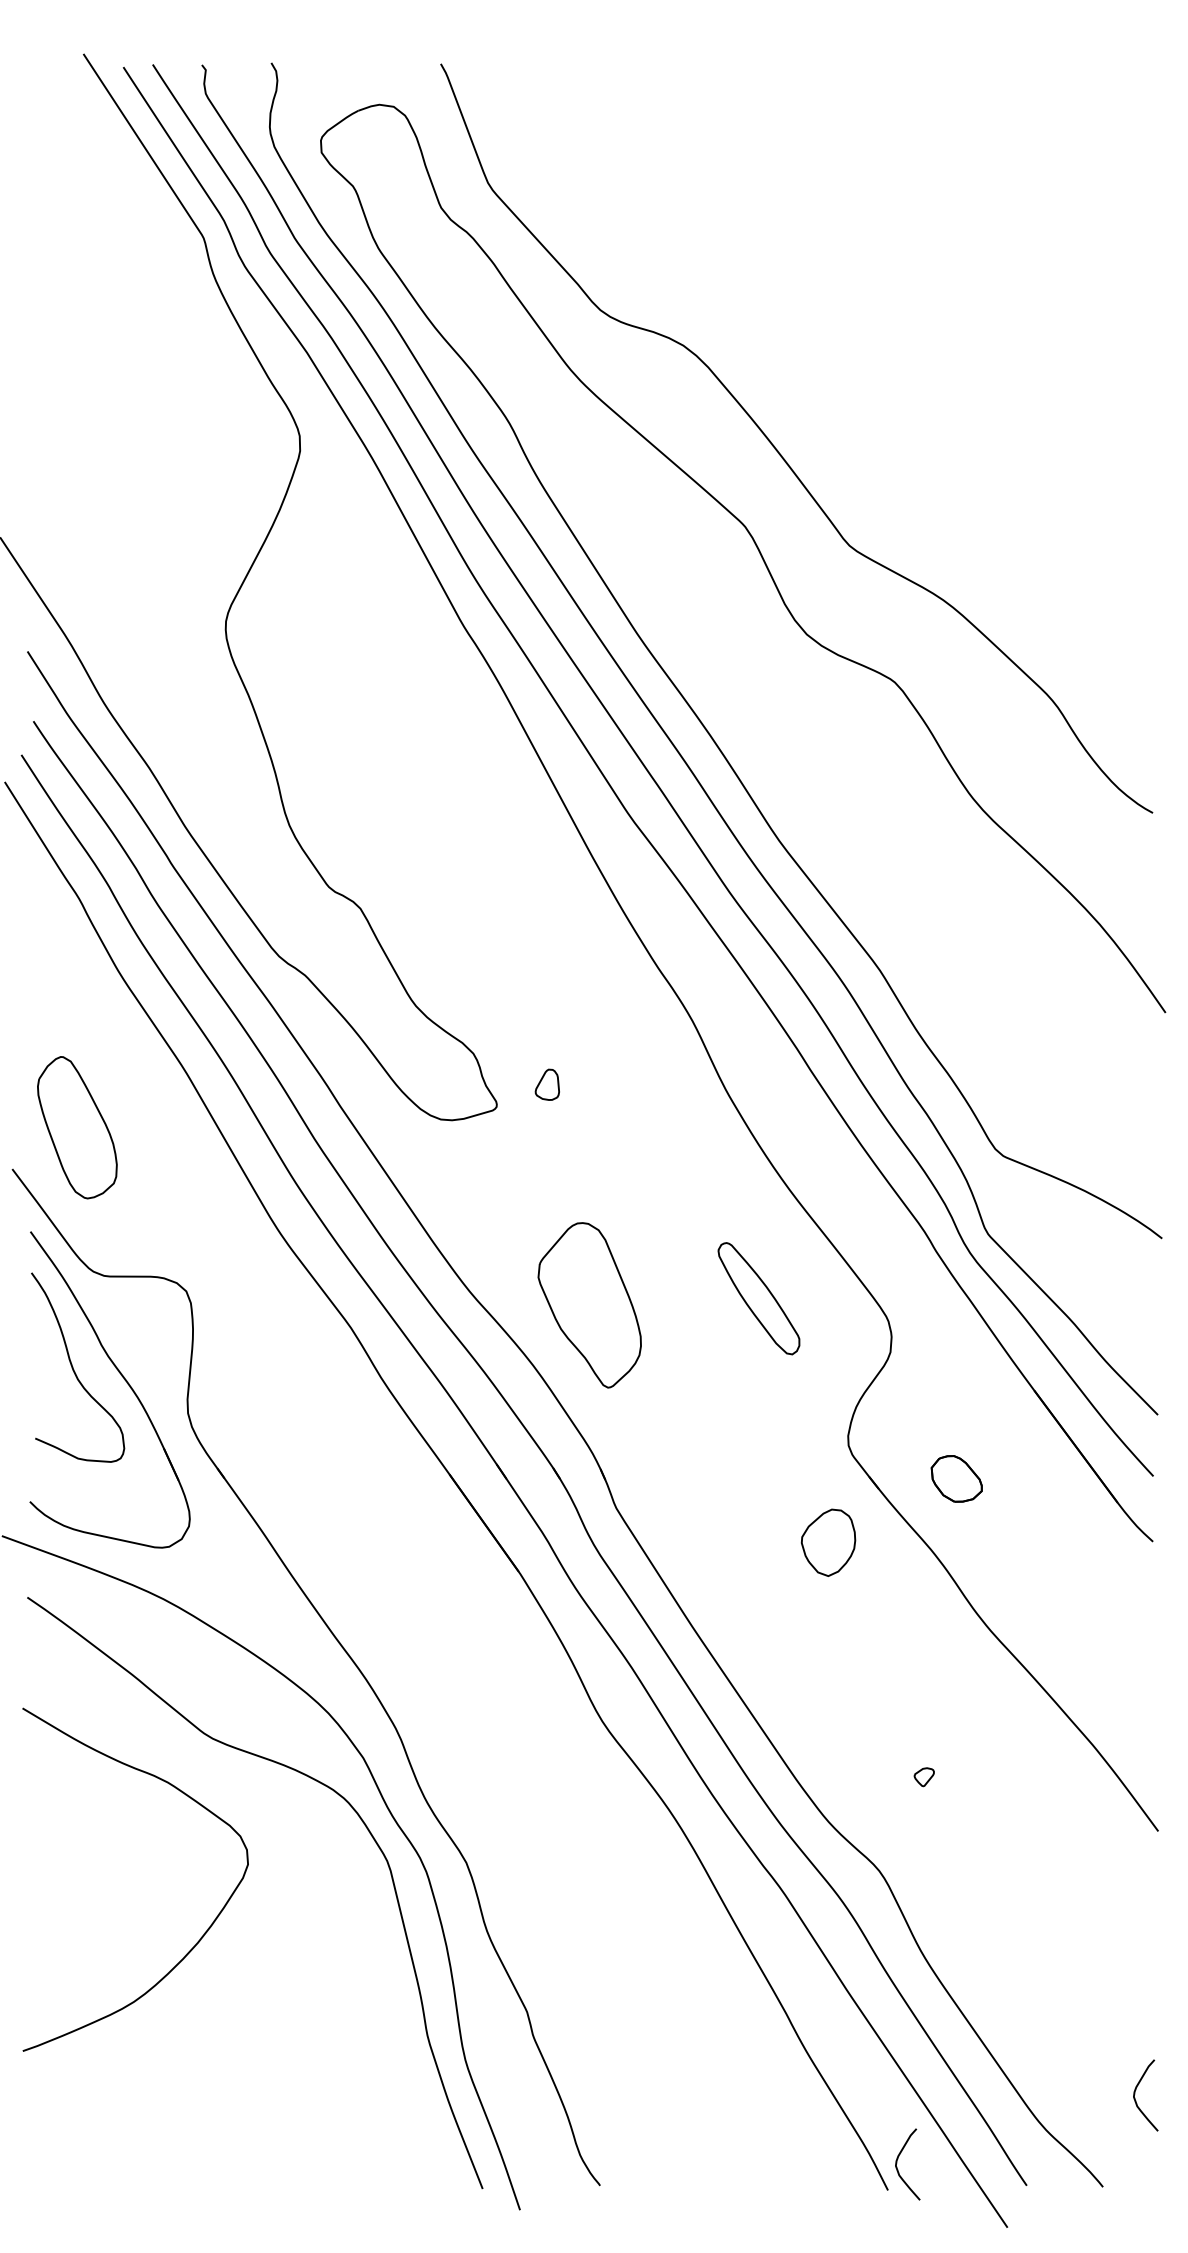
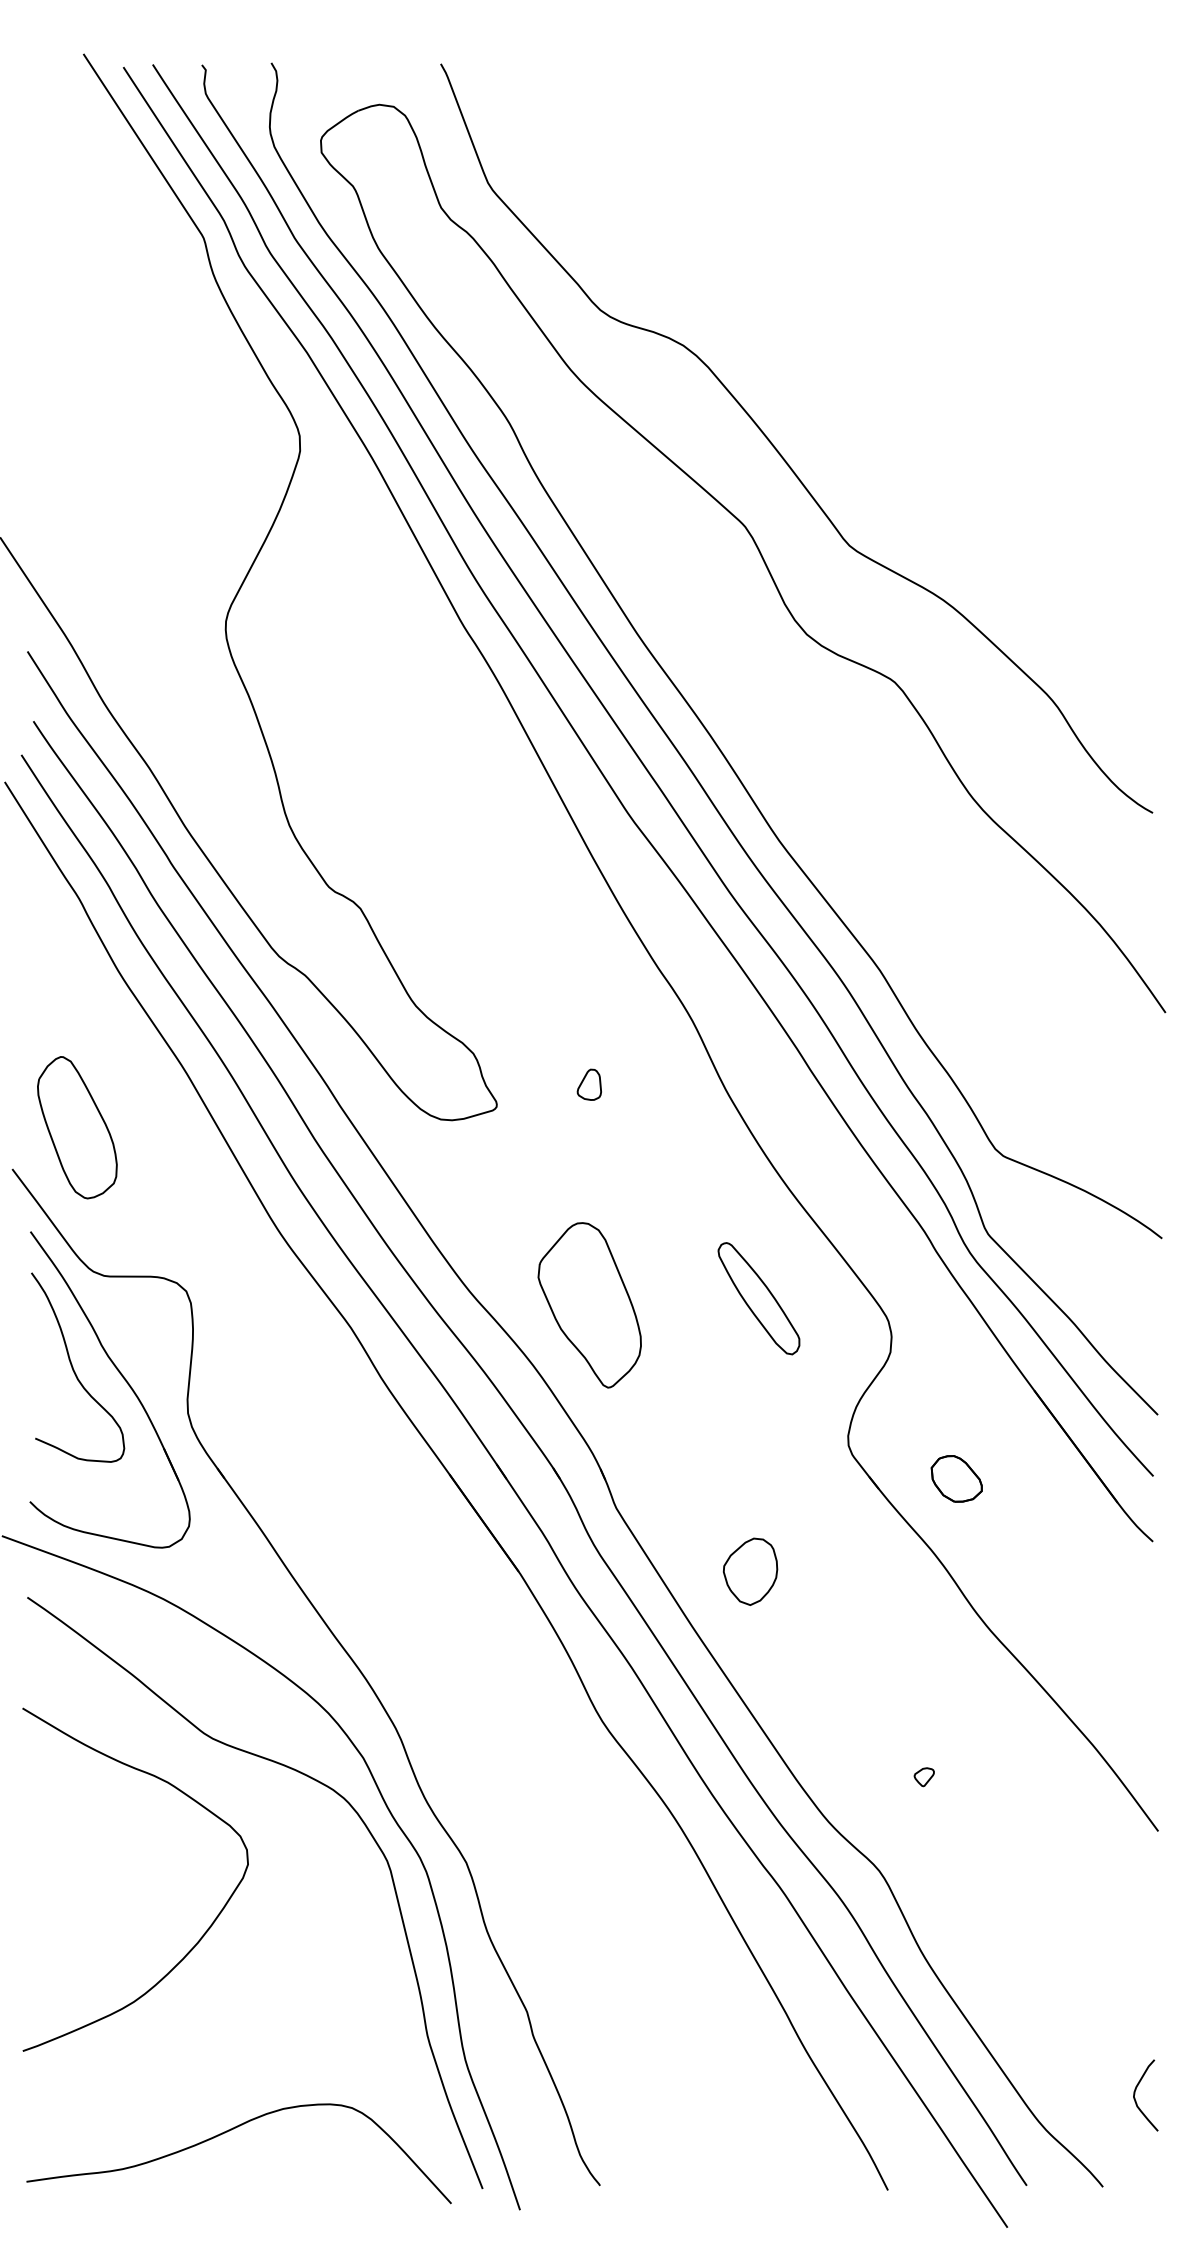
part at (546, 1084) position: (546, 1084) -> (588, 1084)
part at (828, 1542) position: (828, 1542) -> (750, 1571)
curve at (227, 2132): none -> present
curve at (897, 2163): present -> none
